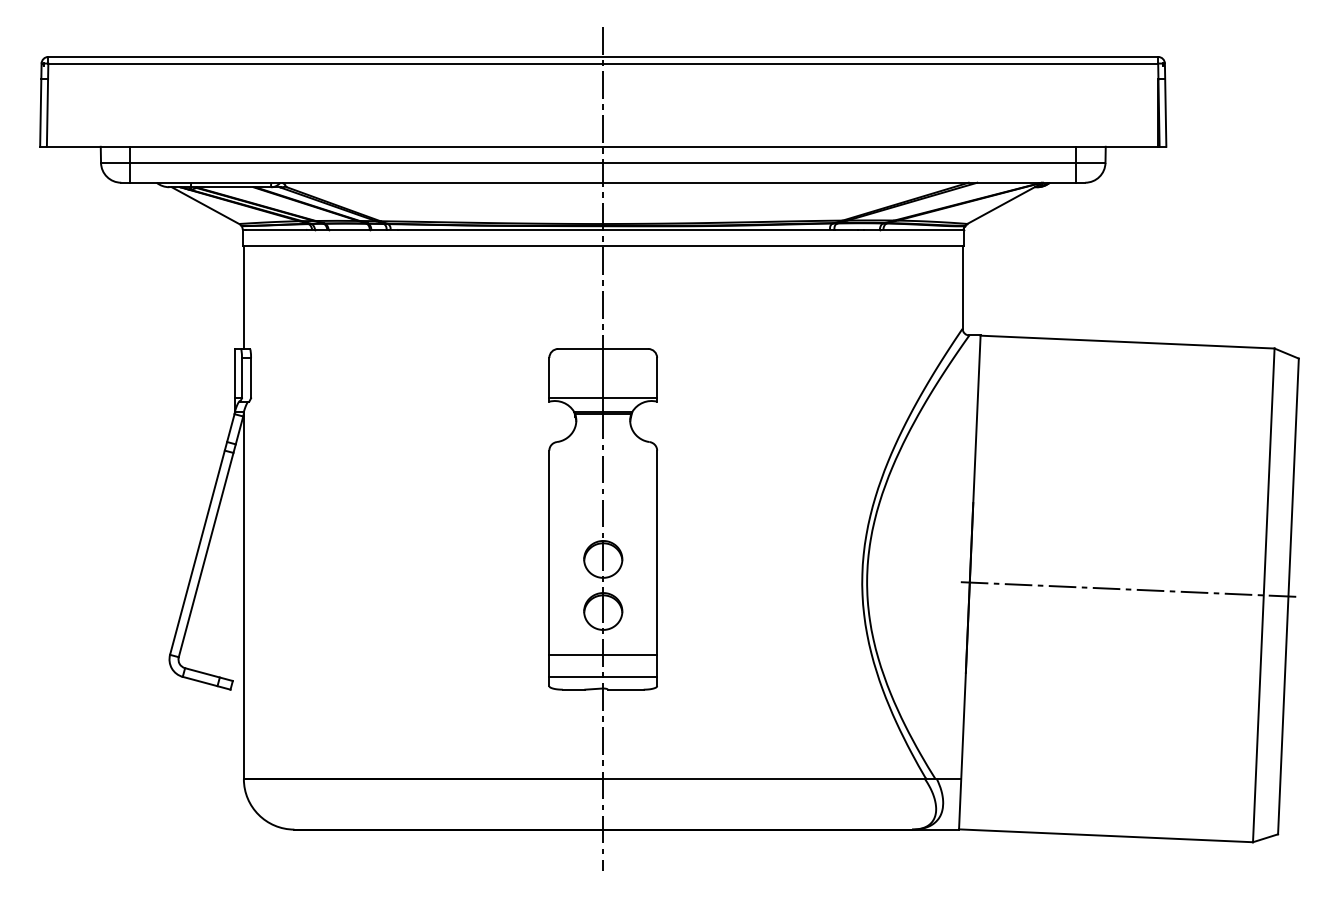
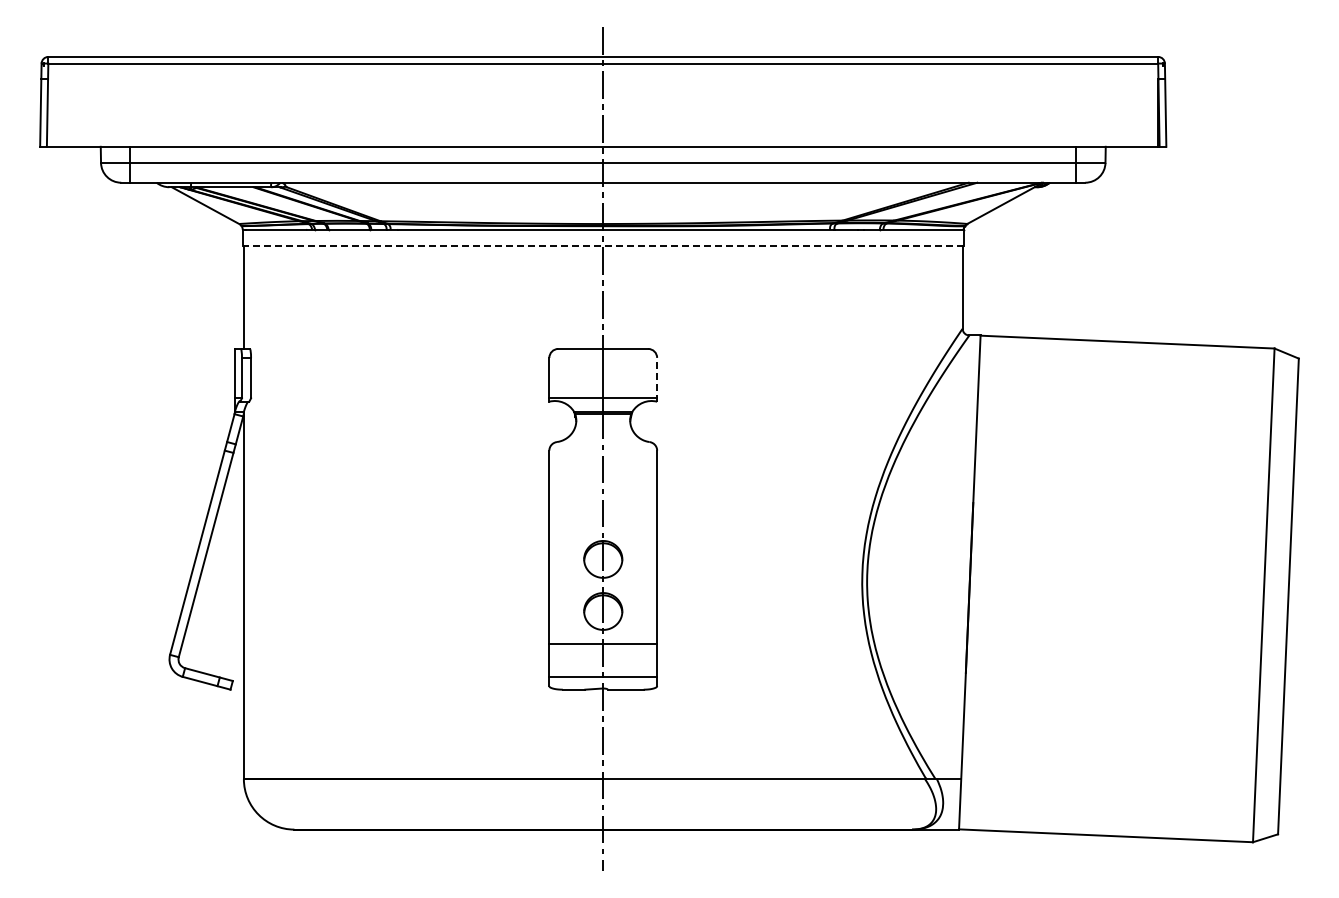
line at (602, 245): solid -> dashed
line at (657, 379): solid -> dashed
line at (1128, 589): present -> none
line at (603, 654) position: (603, 654) -> (603, 643)
